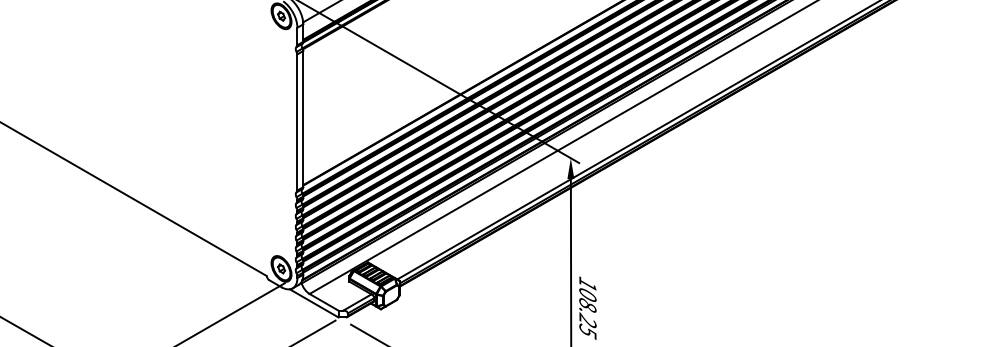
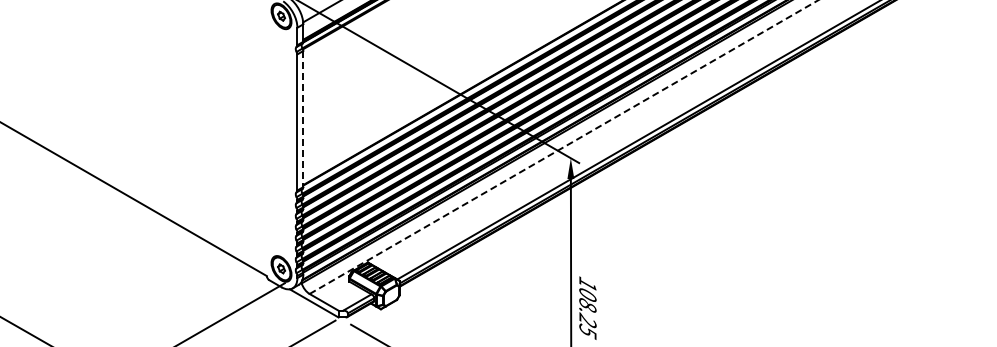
line at (303, 119): solid -> dashed
line at (563, 147): solid -> dashed
